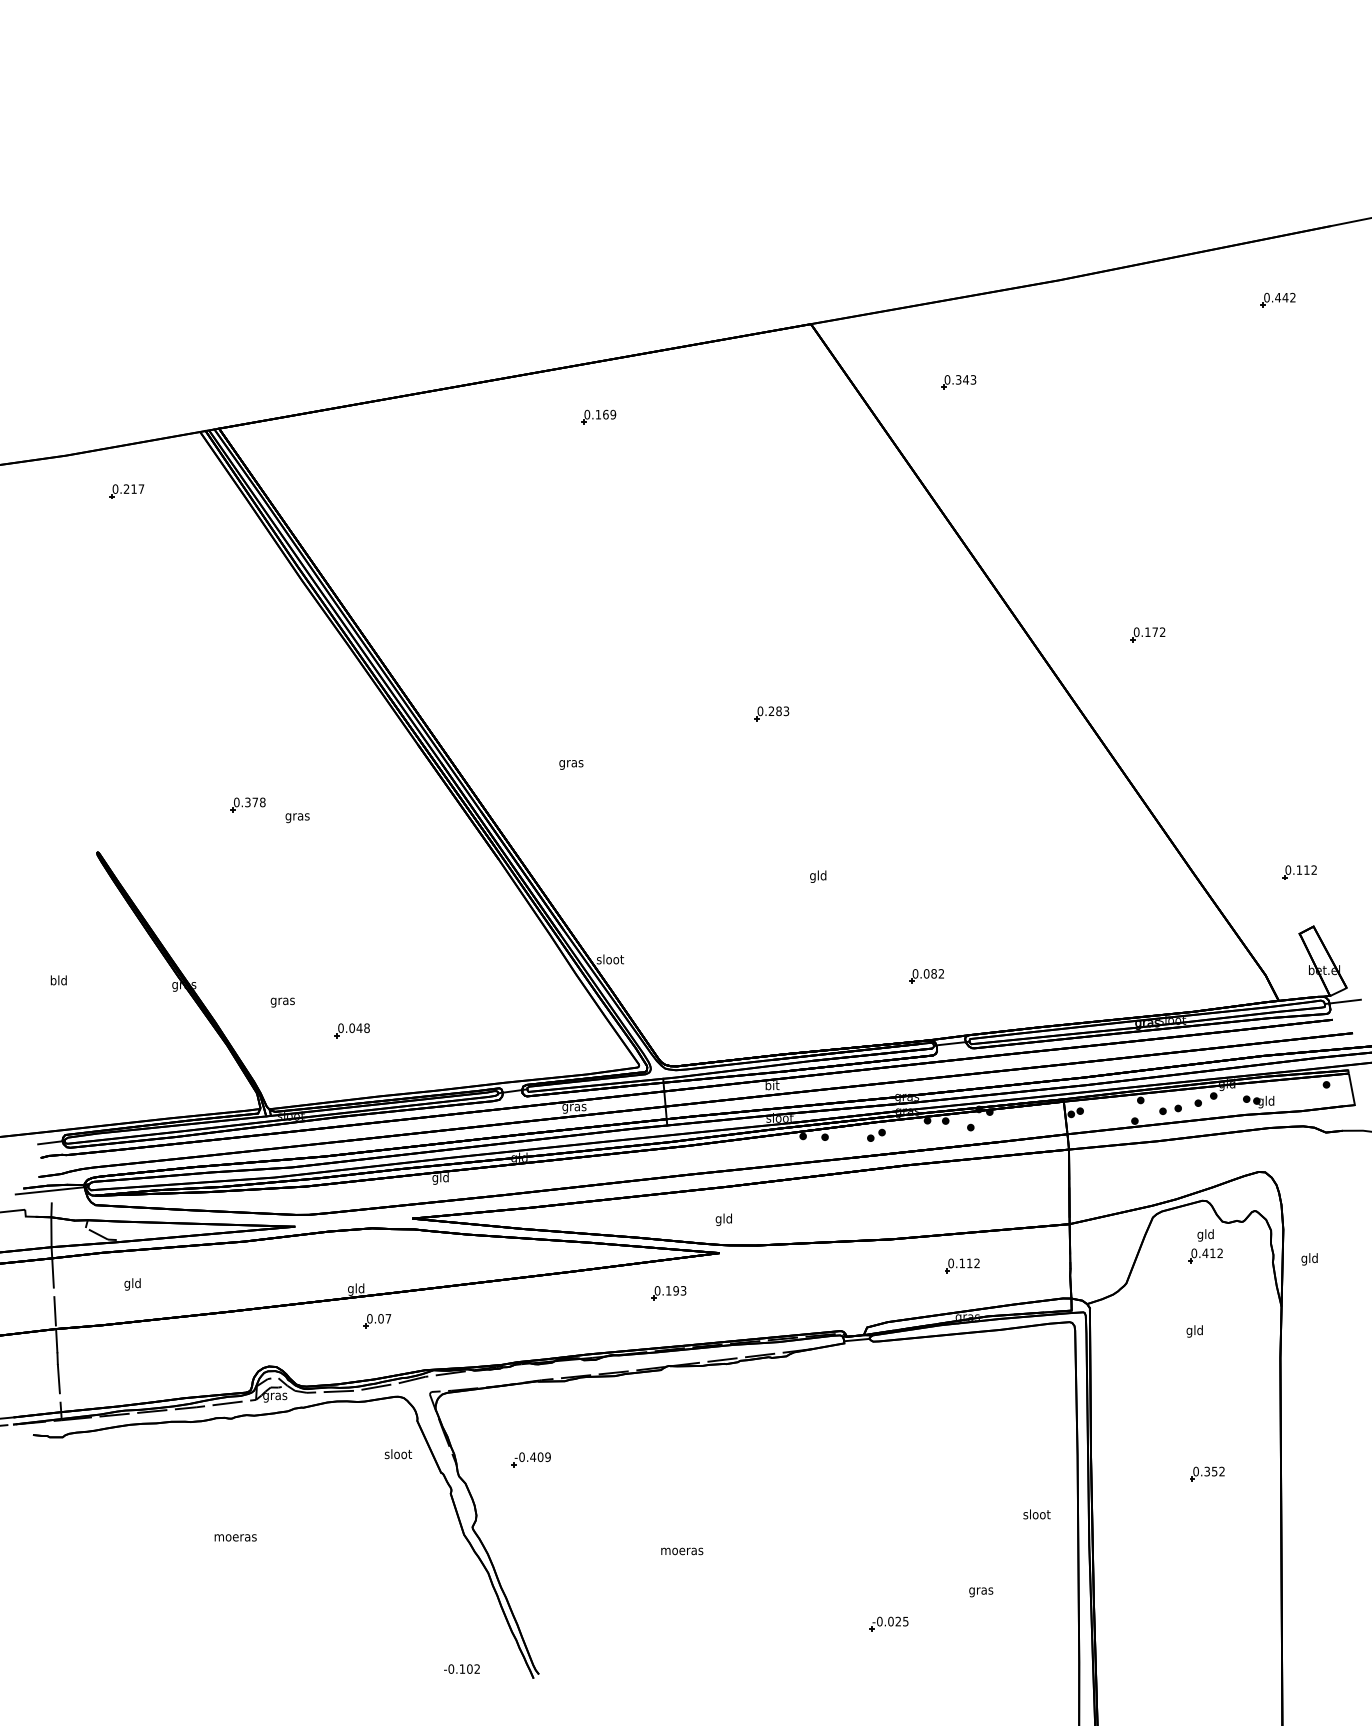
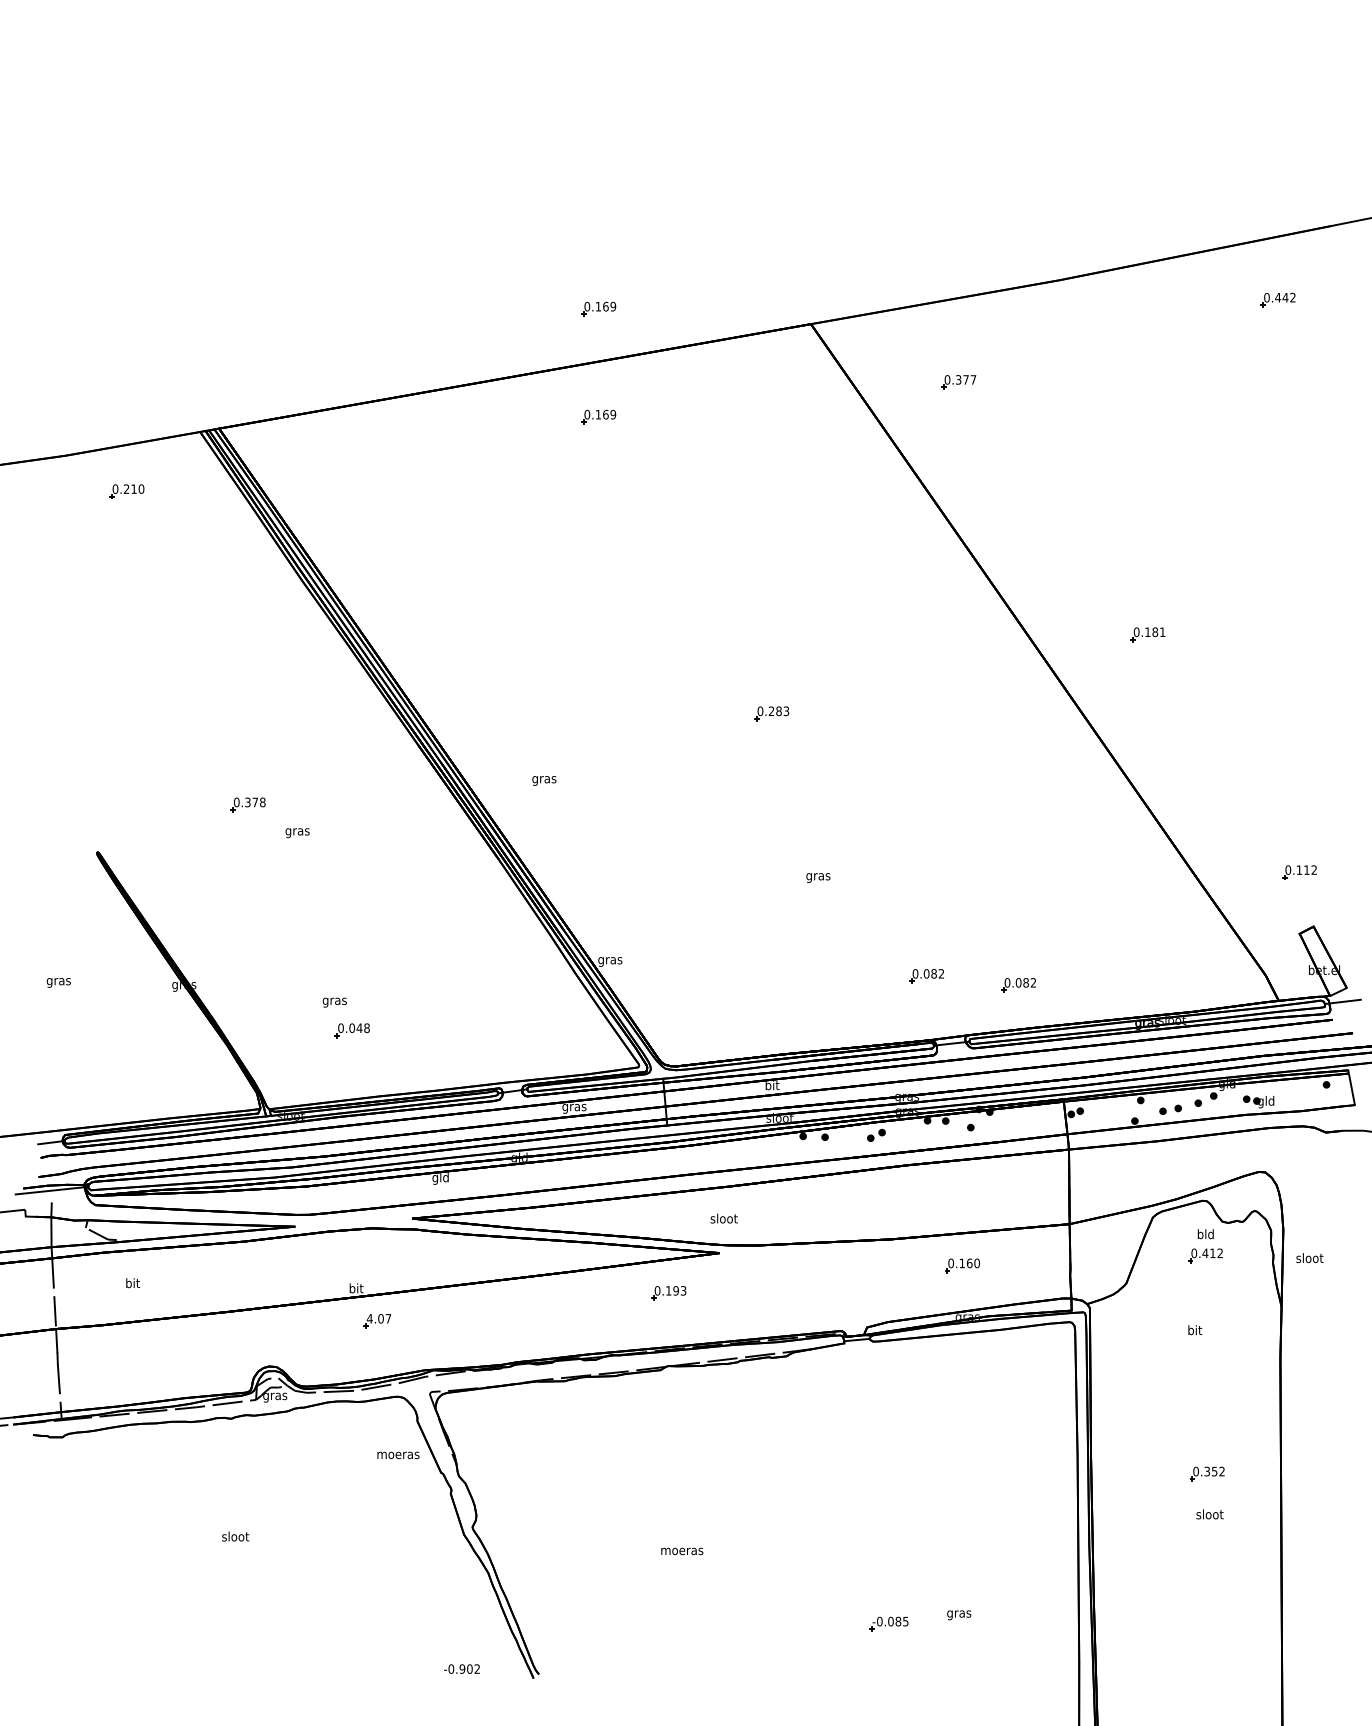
part at (598, 308): none -> present
text at (969, 379): 0.343 -> 0.377
text at (141, 488): 0.217 -> 0.210
text at (1158, 632): 0.172 -> 0.181
text at (571, 764) position: (571, 764) -> (544, 780)
text at (297, 818) position: (297, 818) -> (297, 833)
text at (818, 876): gld -> gras
text at (610, 960): sloot -> gras
text at (58, 981): bld -> gras
part at (1018, 985): none -> present
text at (282, 1002) position: (282, 1002) -> (334, 1002)
text at (723, 1219): gld -> sloot
text at (1200, 1235): gld -> bld
text at (1309, 1259): gld -> sloot
text at (973, 1263): 0.112 -> 0.160
text at (132, 1284): gld -> bit
text at (356, 1289): gld -> bit
text at (369, 1318): 0.07 -> 4.07
text at (1194, 1331): gld -> bit
text at (398, 1454): sloot -> moeras
part at (530, 1459): present -> none
text at (1036, 1514) position: (1036, 1514) -> (1209, 1514)
text at (235, 1536): moeras -> sloot
text at (981, 1592) position: (981, 1592) -> (959, 1615)
text at (898, 1621): -0.025 -> -0.085
text at (462, 1668): -0.102 -> -0.902
